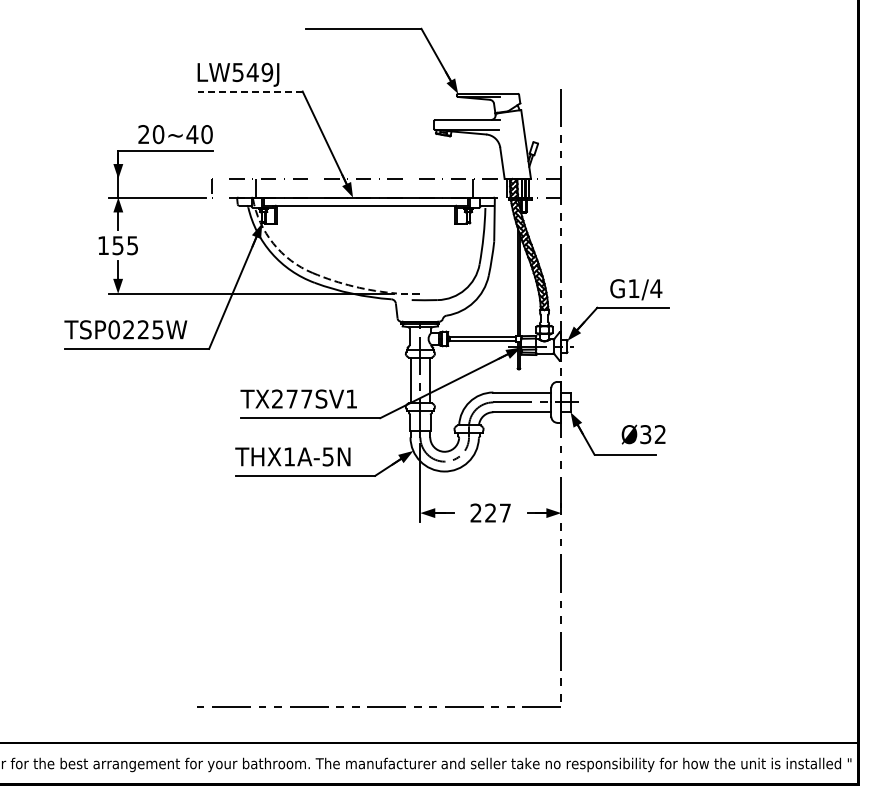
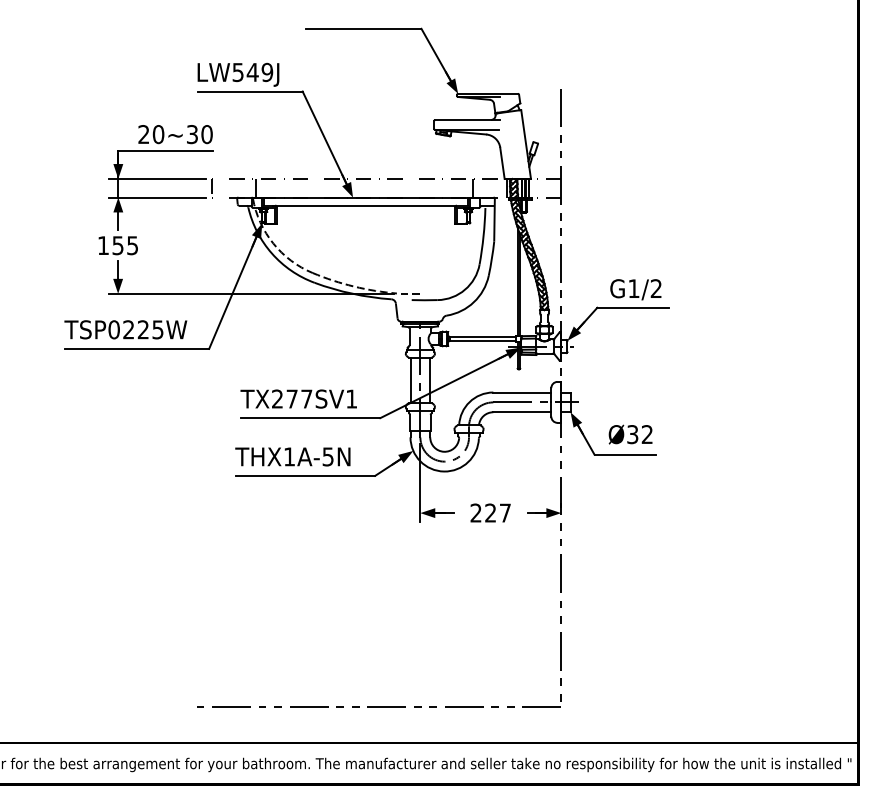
line at (249, 91): dashed -> solid
text at (192, 134): 20~40 -> 20~30
line at (157, 178): none -> present
text at (656, 288): G1/4 -> G1/2
text at (643, 434) position: (643, 434) -> (630, 434)
